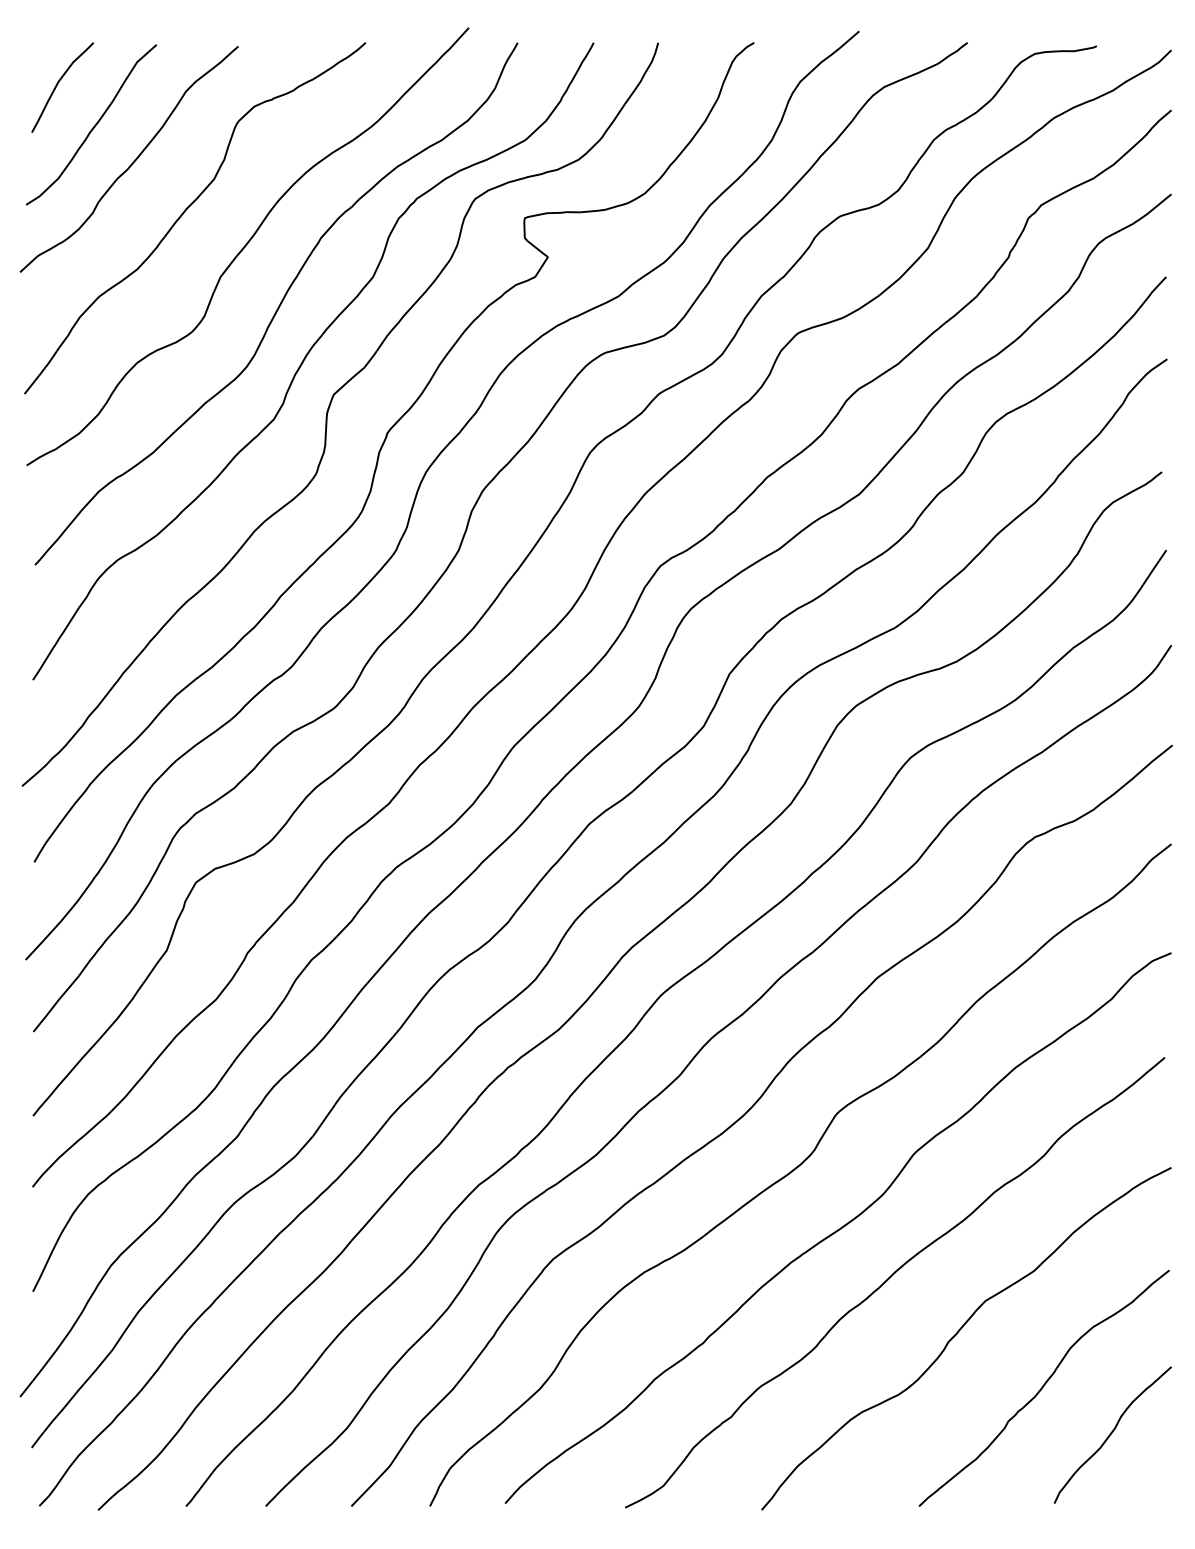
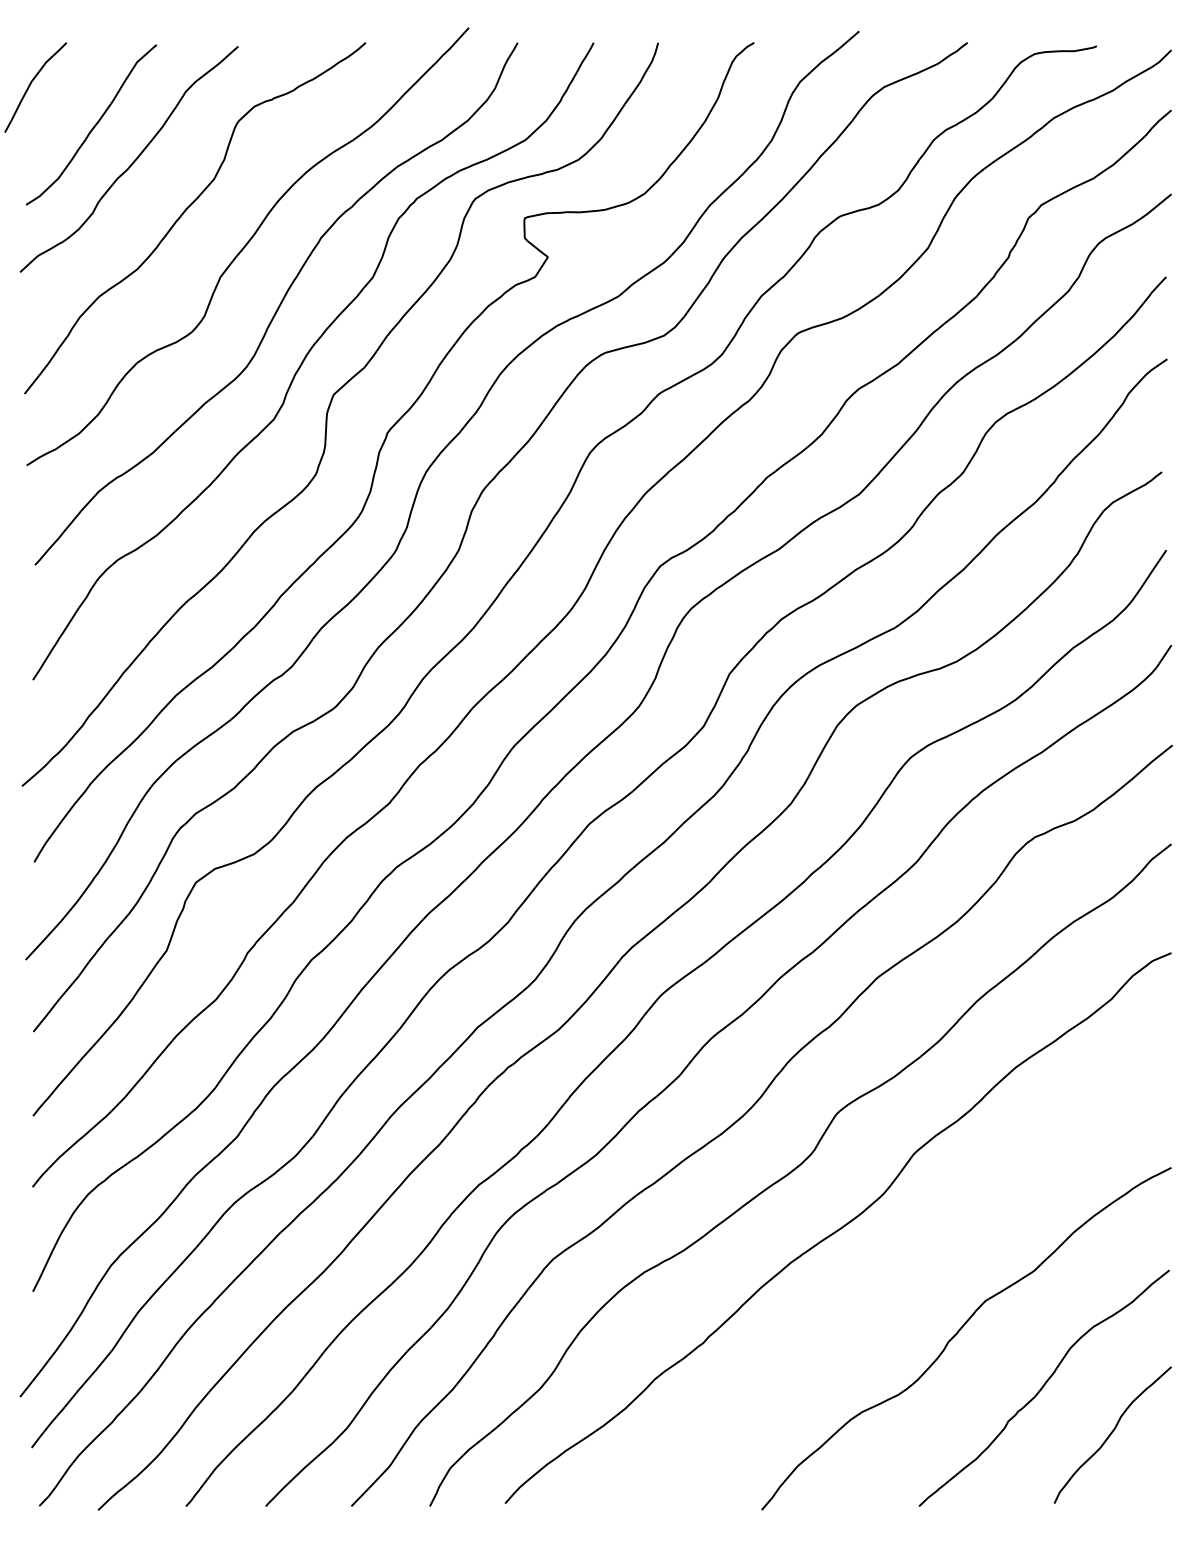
curve at (58, 84) position: (58, 84) -> (31, 84)
curve at (891, 1277): present -> none
